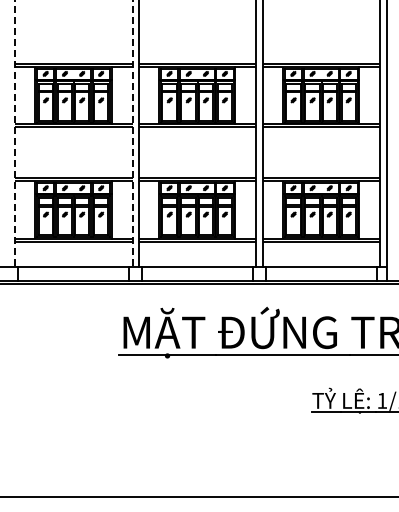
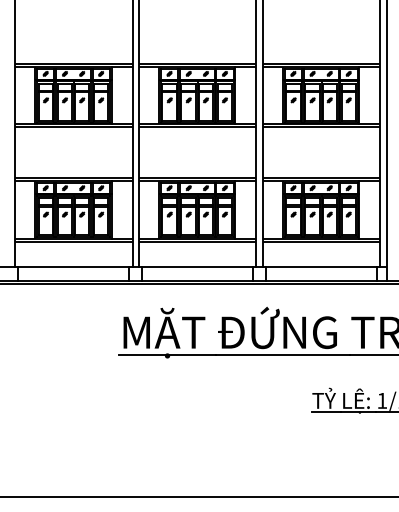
line at (15, 134): dashed -> solid
line at (132, 134): dashed -> solid
